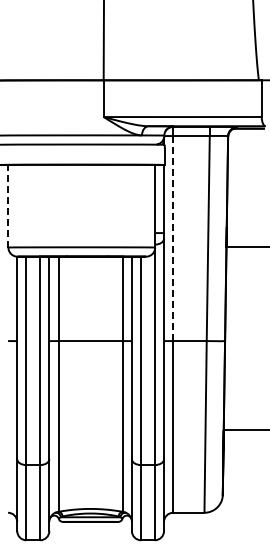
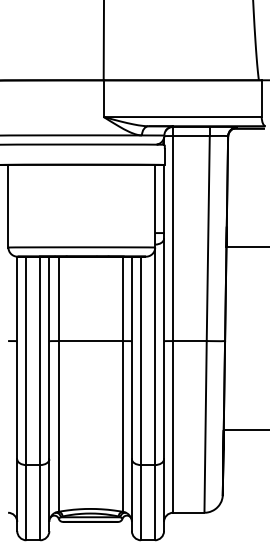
line at (8, 205): dashed -> solid
line at (173, 238): dashed -> solid
